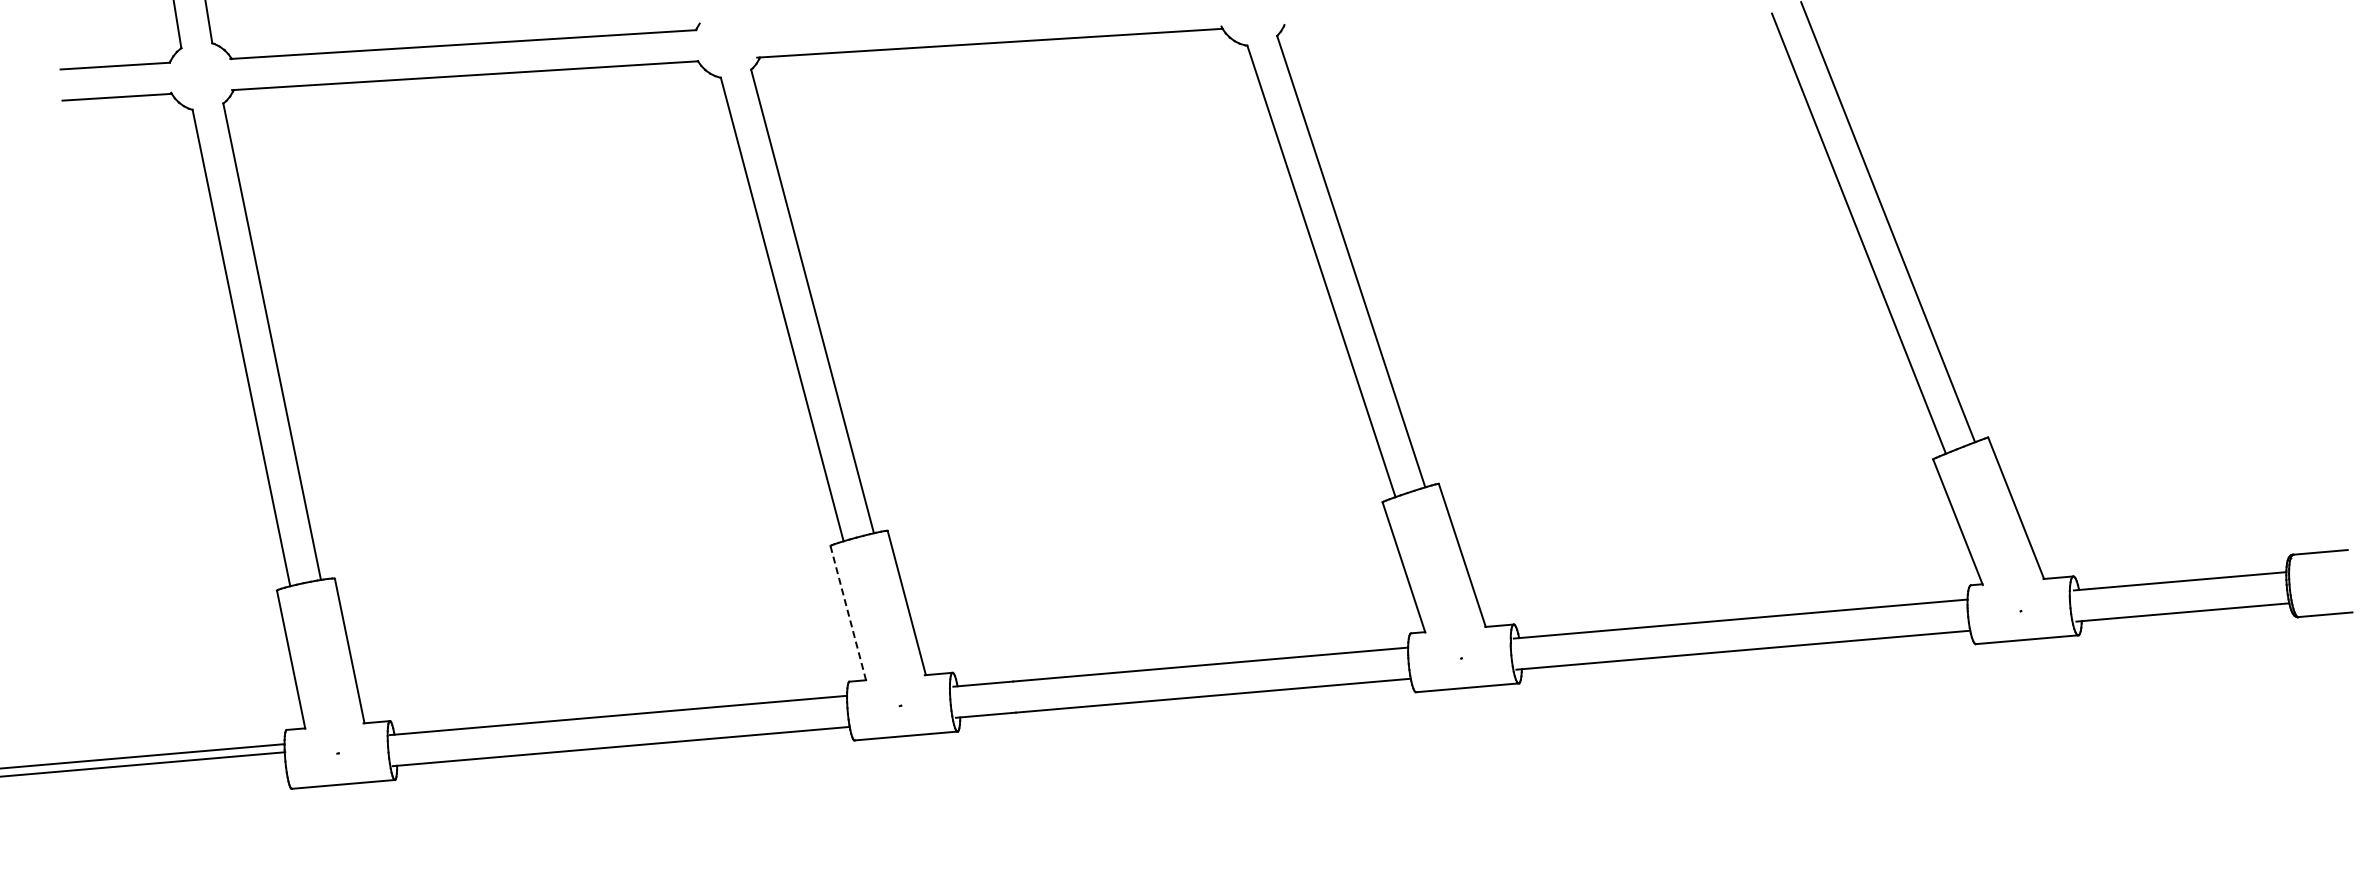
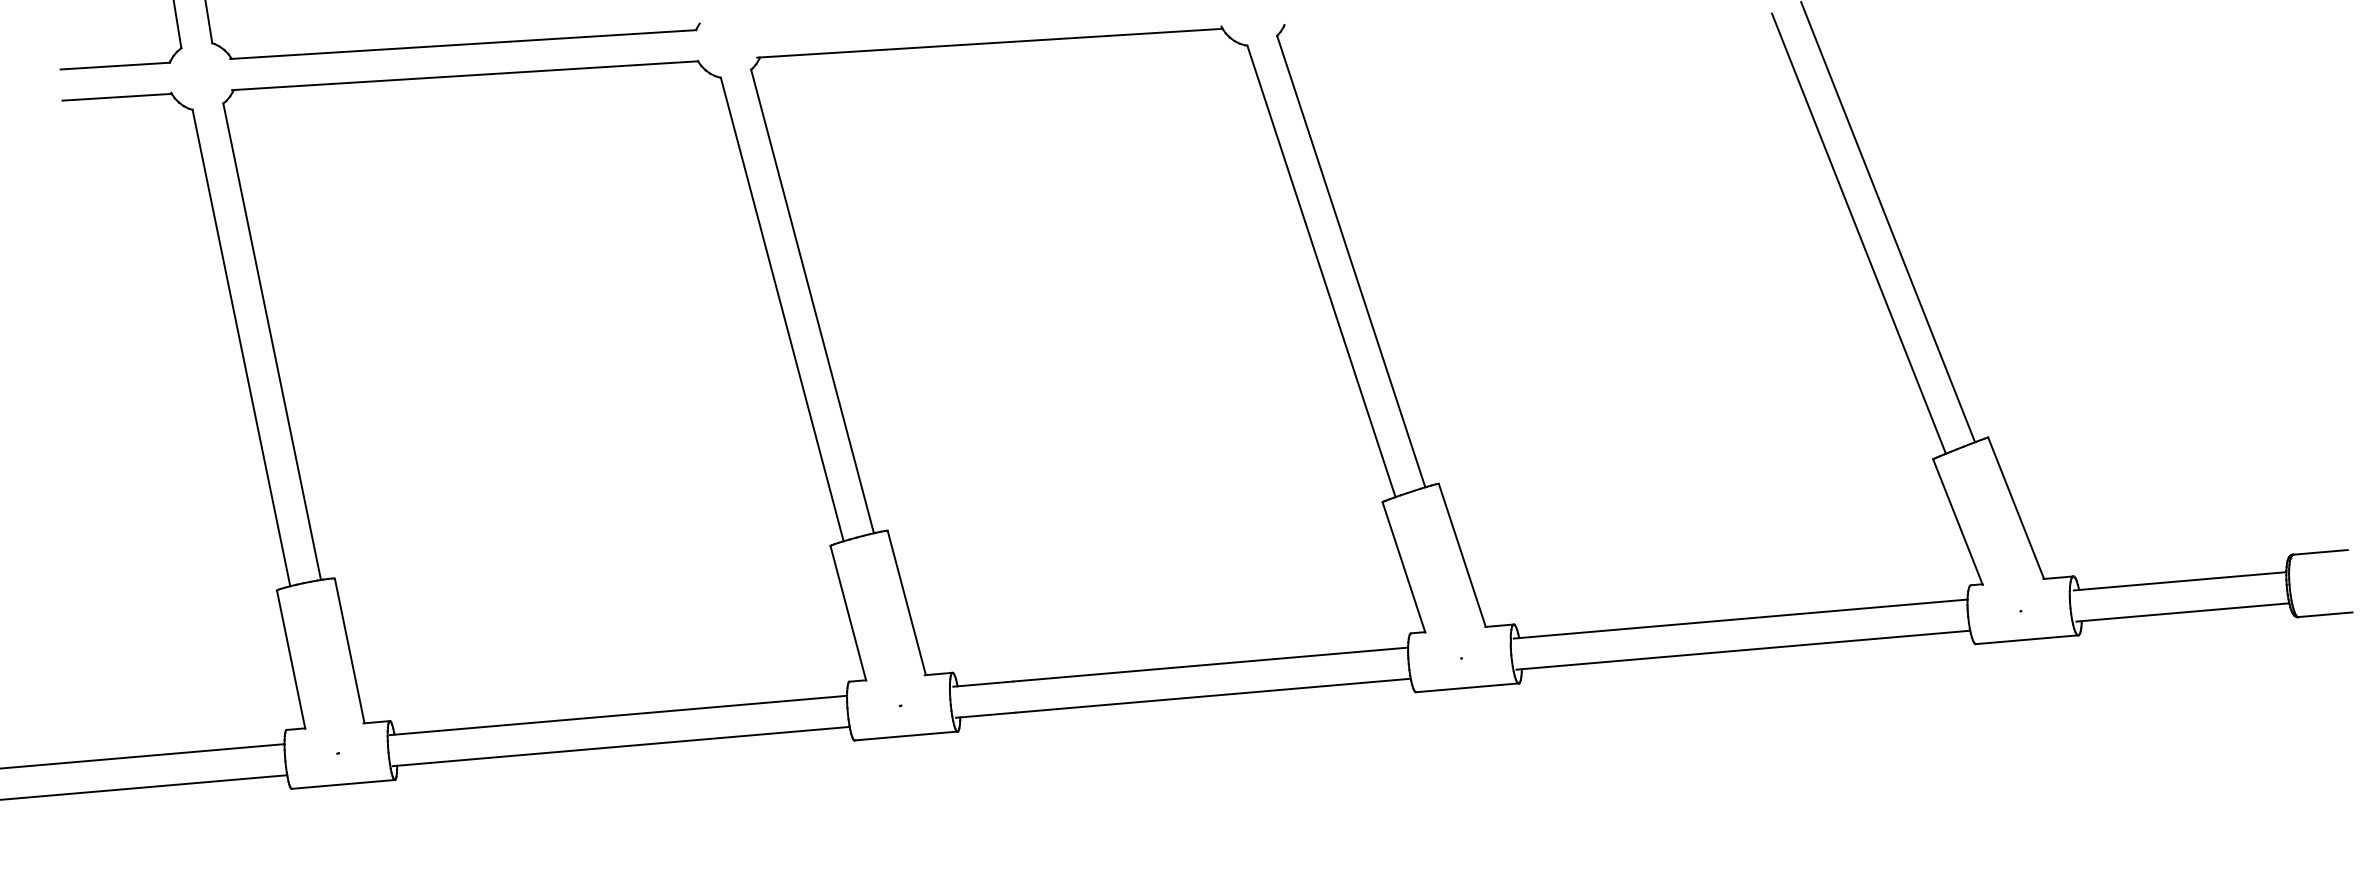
line at (848, 613): dashed -> solid
line at (143, 764) position: (143, 764) -> (144, 787)
